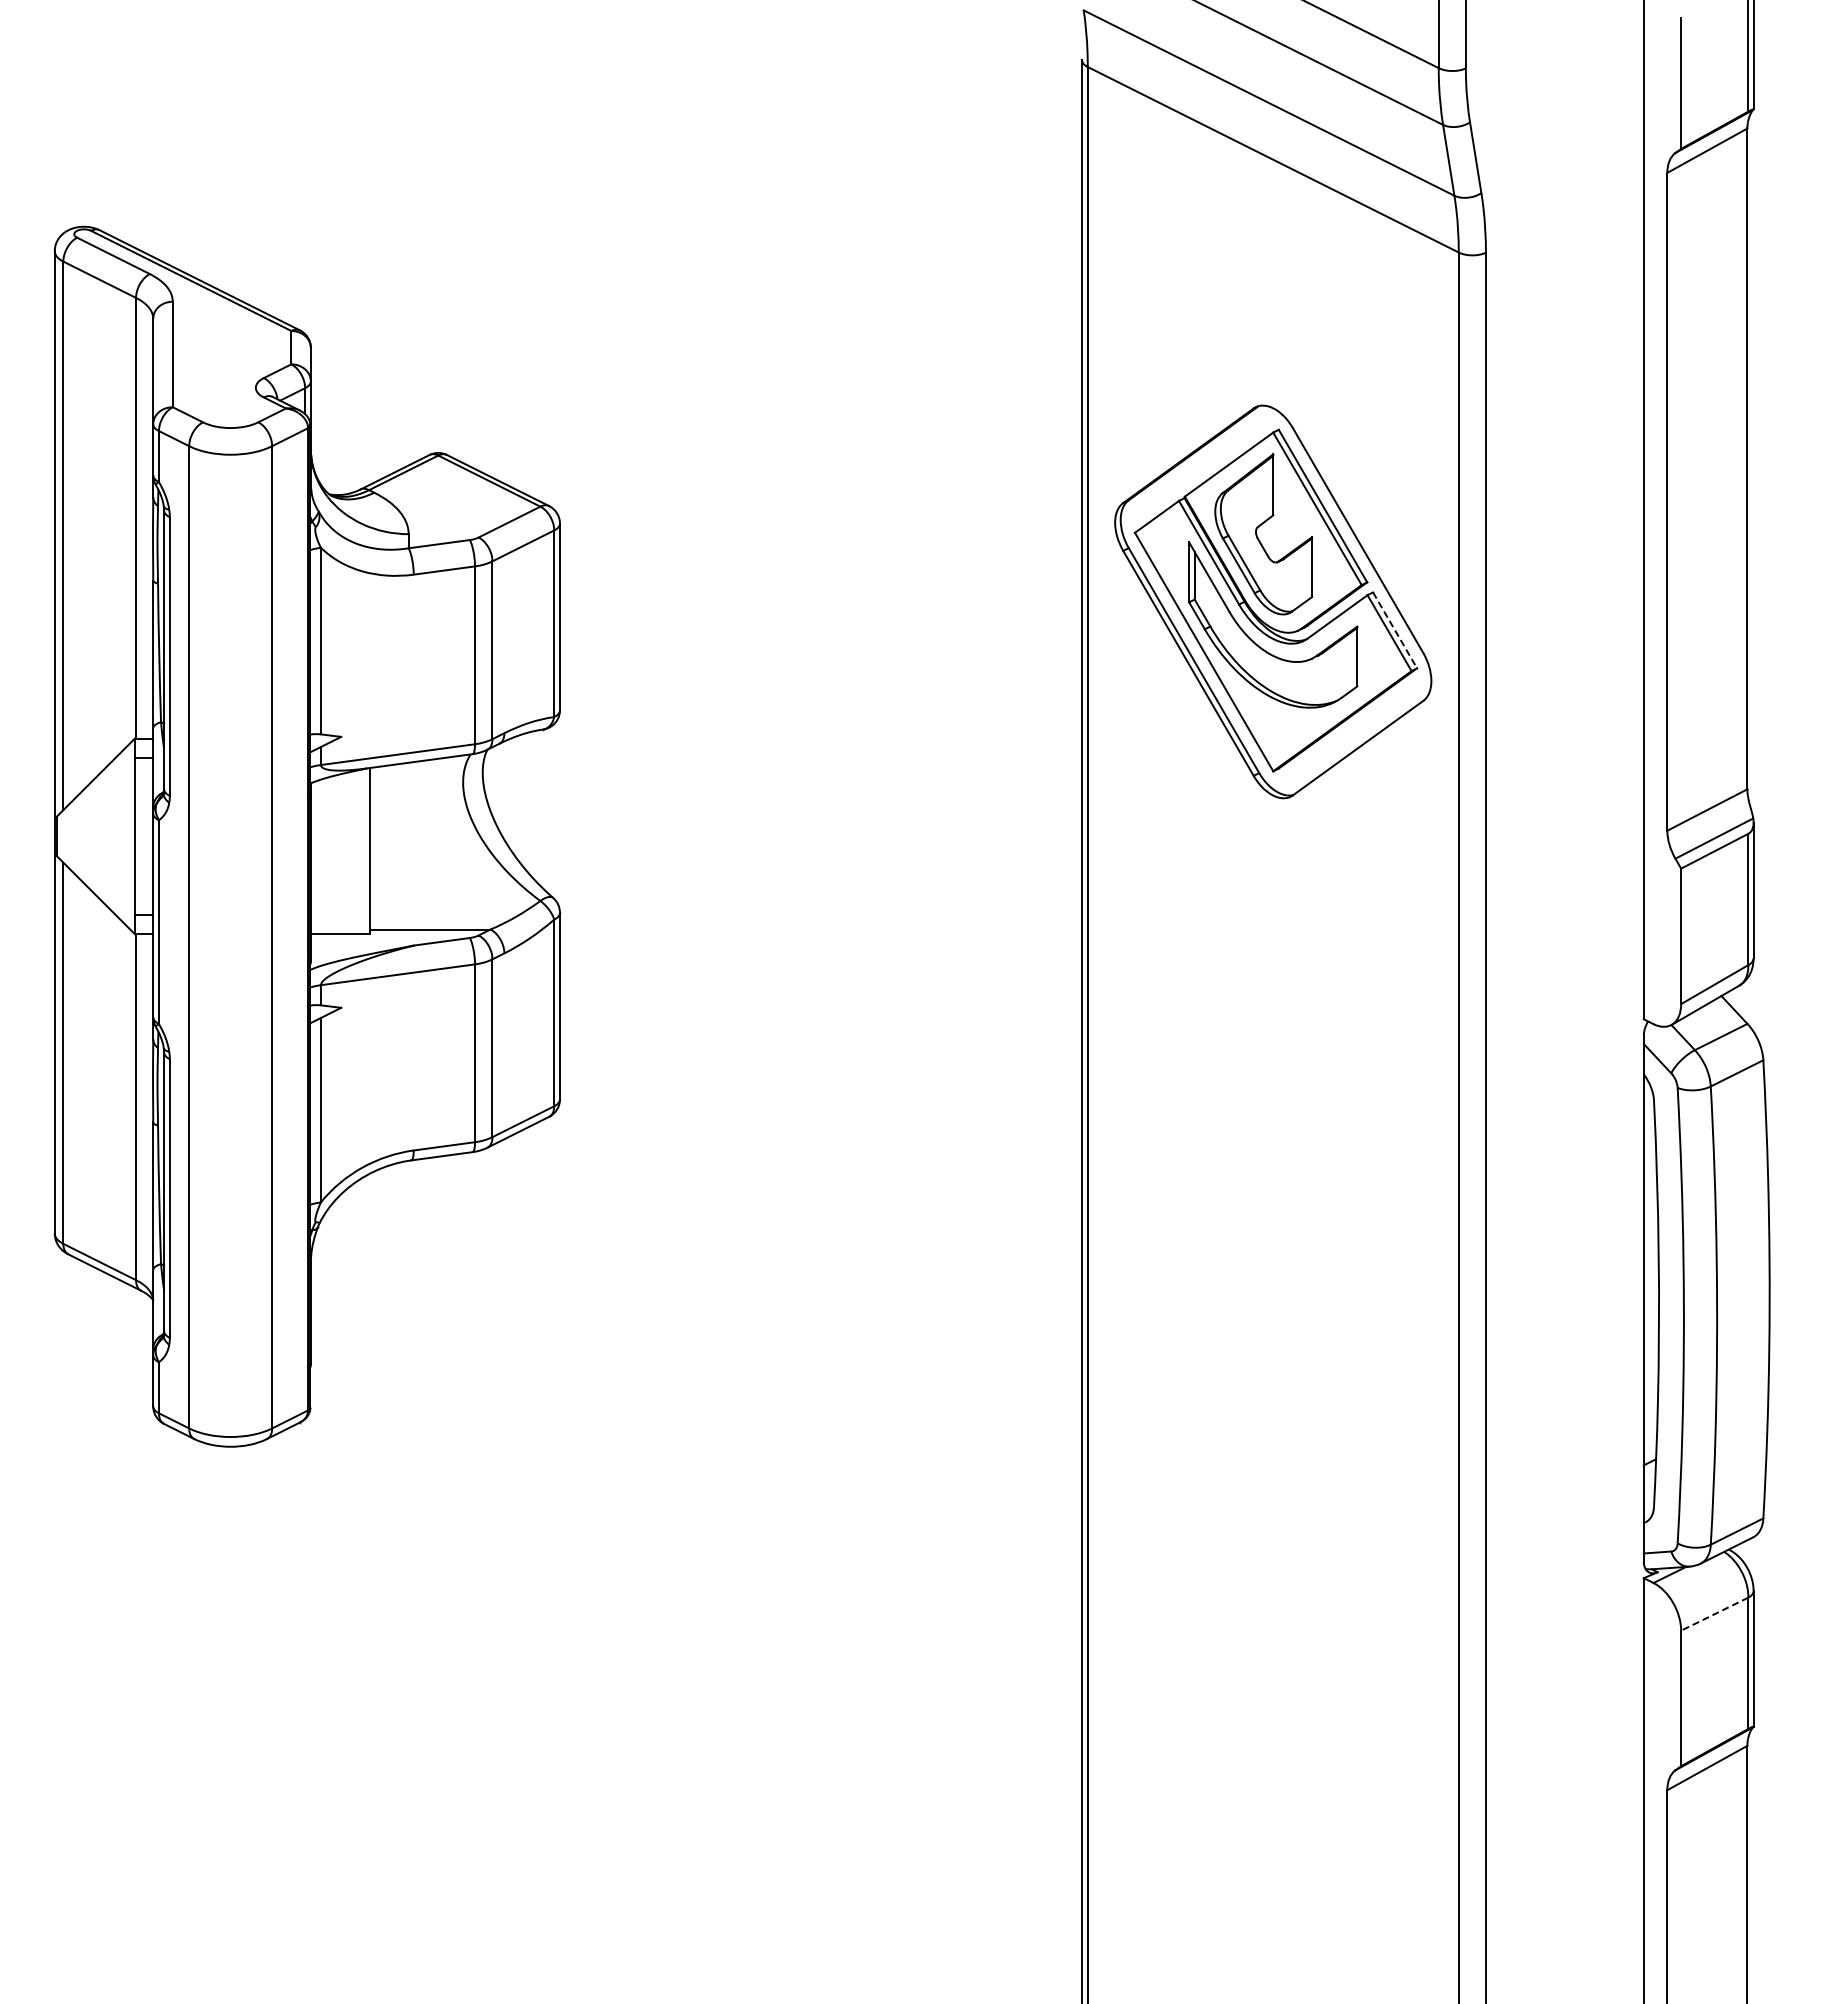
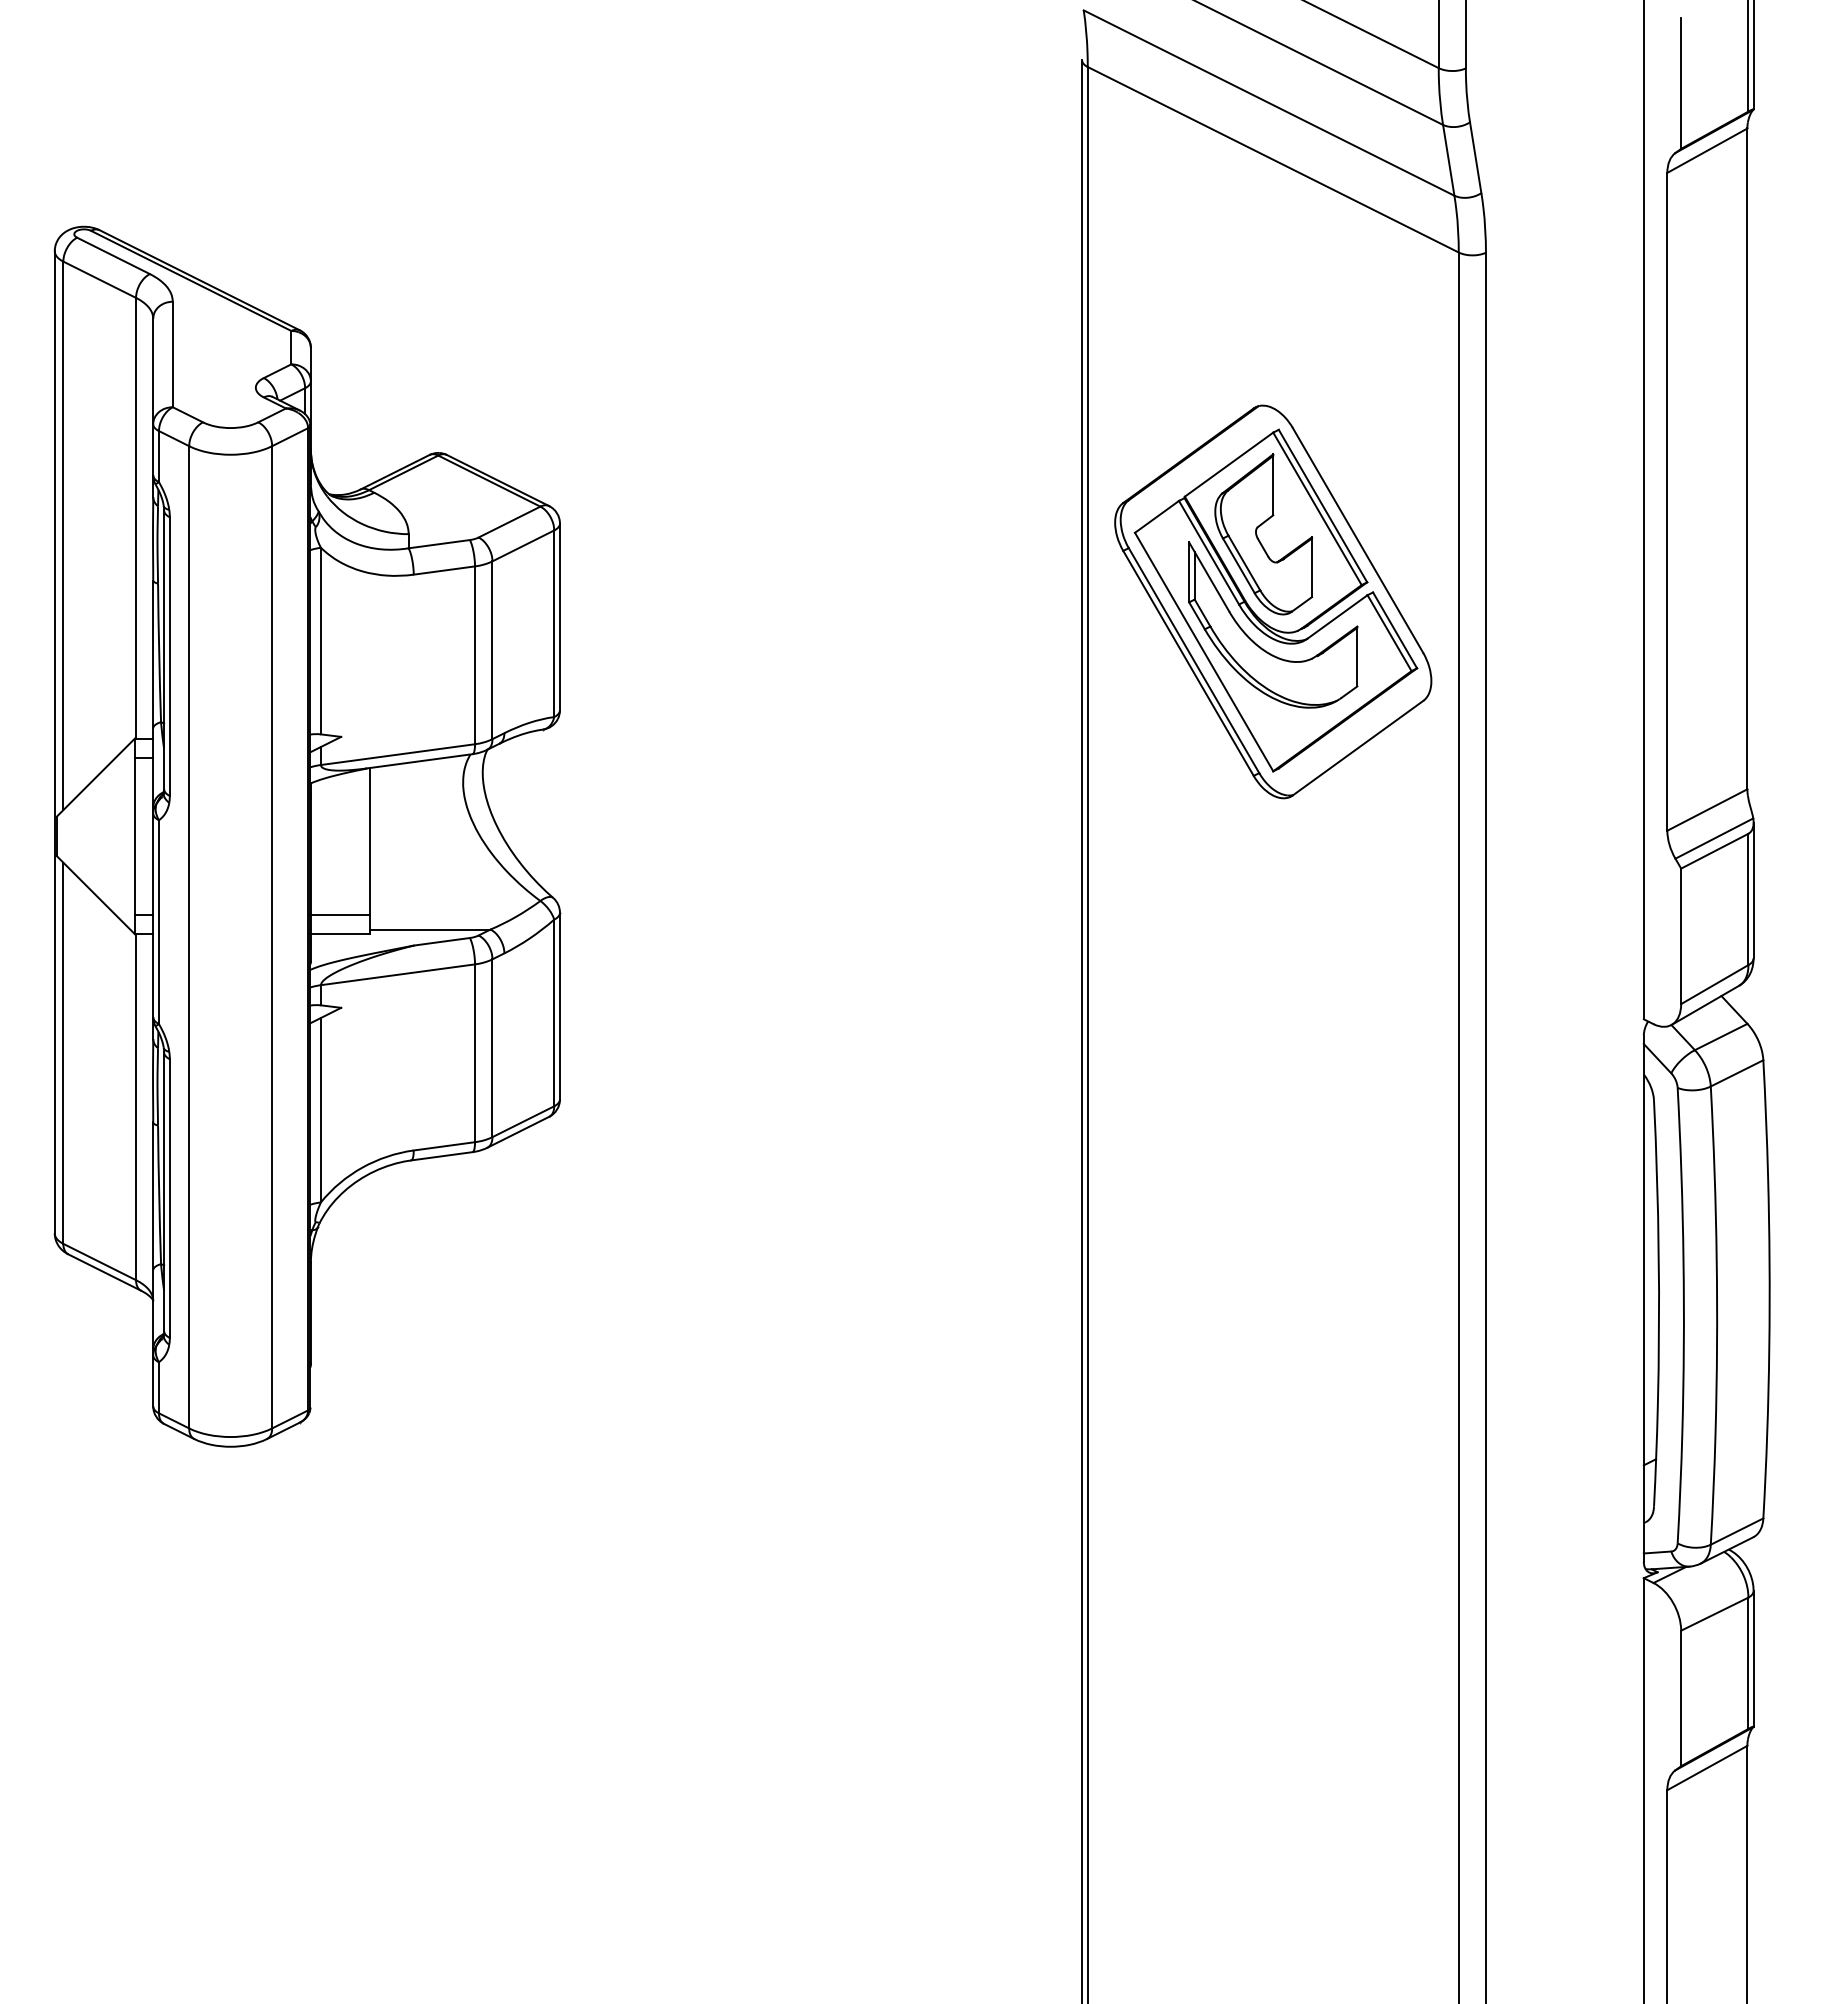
line at (1395, 630): dashed -> solid
line at (339, 915): none -> present
line at (1714, 1614): dashed -> solid
